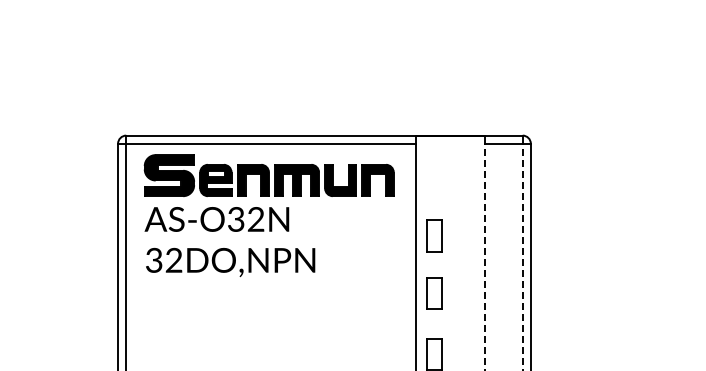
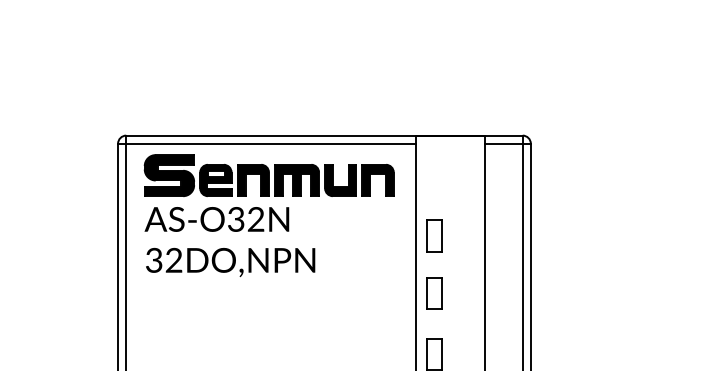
line at (485, 256): dashed -> solid
line at (522, 256): dashed -> solid
